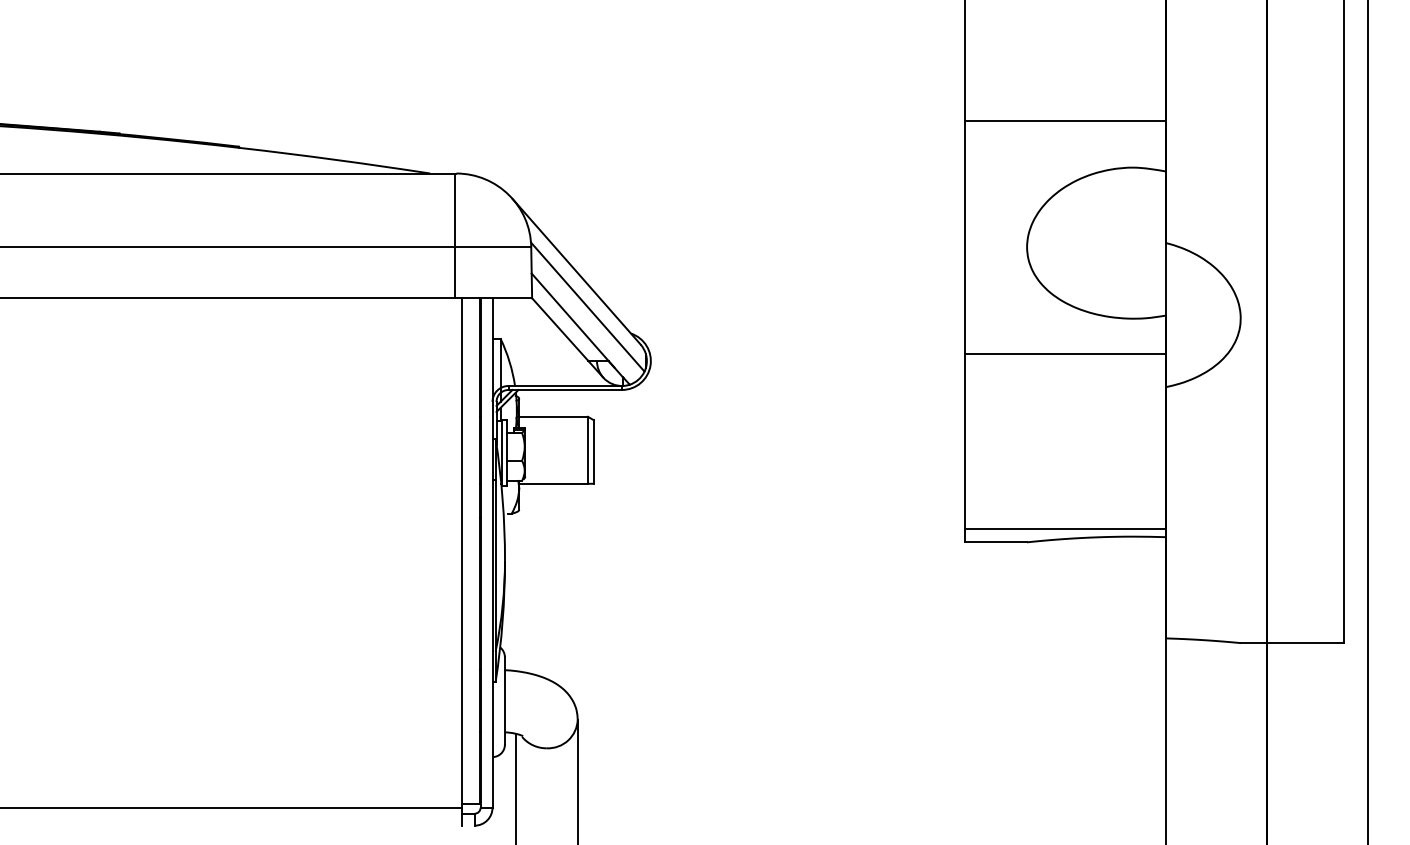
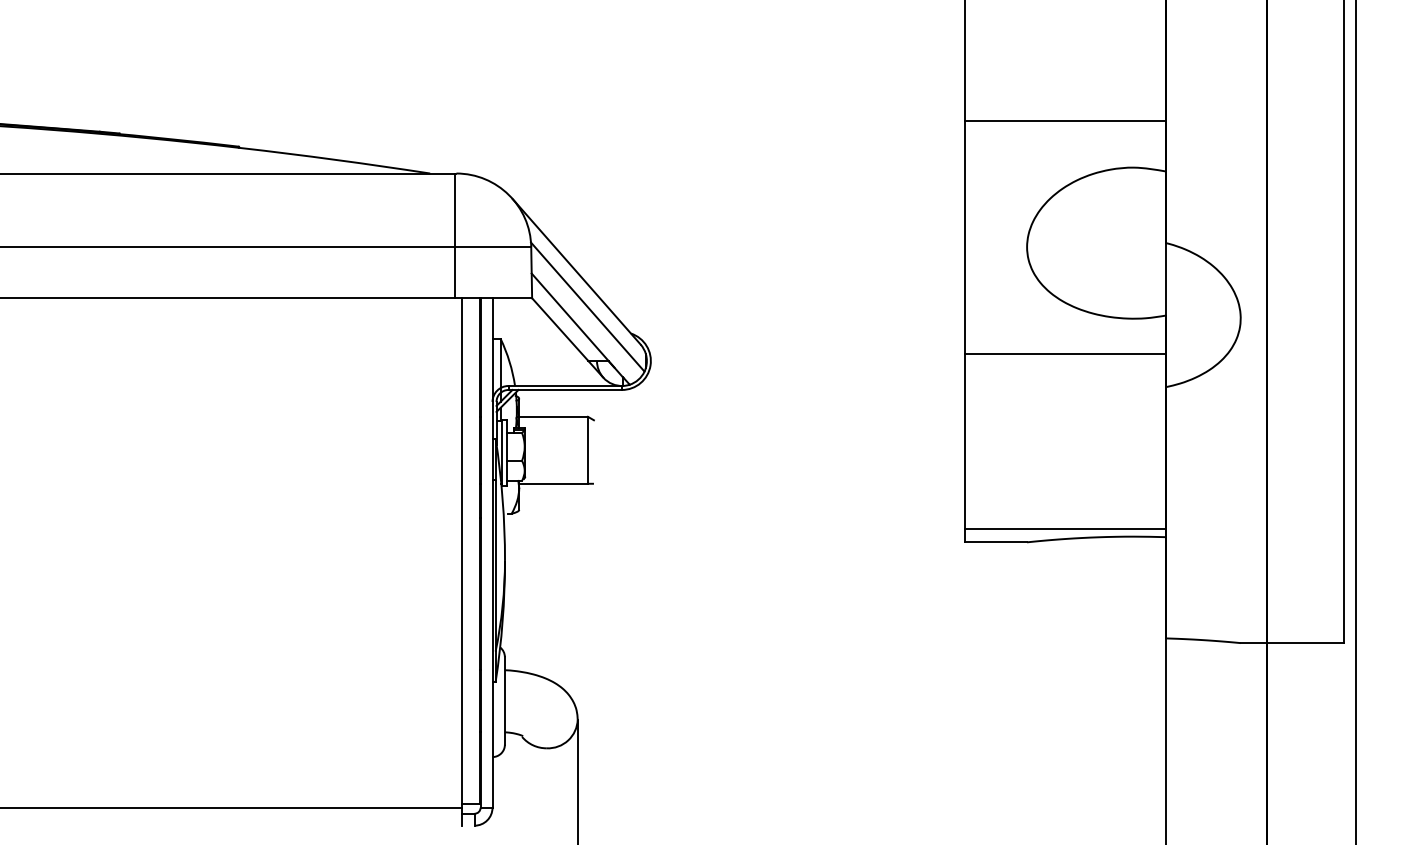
line at (1367, 421) position: (1367, 421) -> (1355, 421)
line at (593, 451): present -> none
line at (515, 787): present -> none
